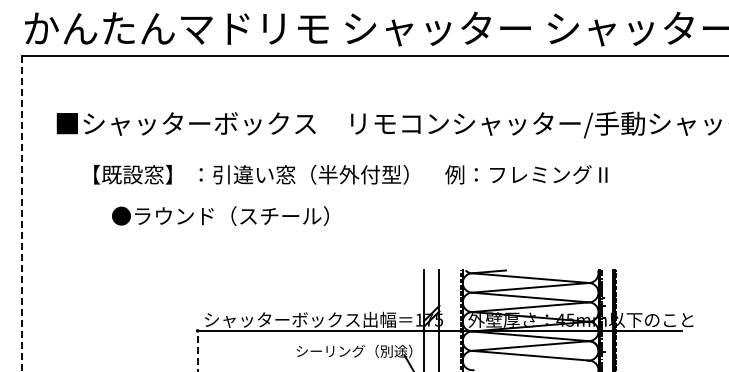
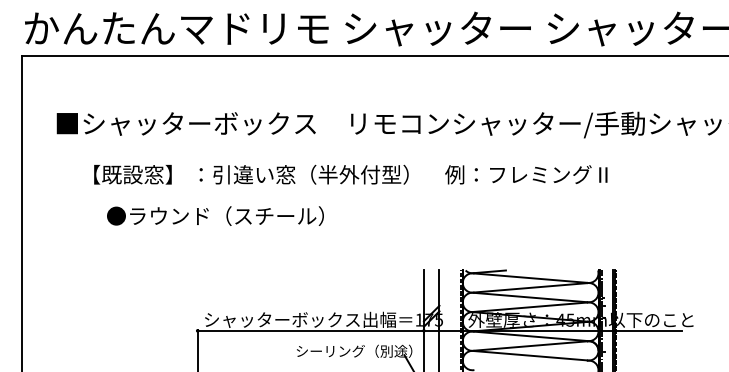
line at (21, 214): dashed -> solid
text at (220, 215) position: (220, 215) -> (215, 215)
line at (197, 350): dashed -> solid
